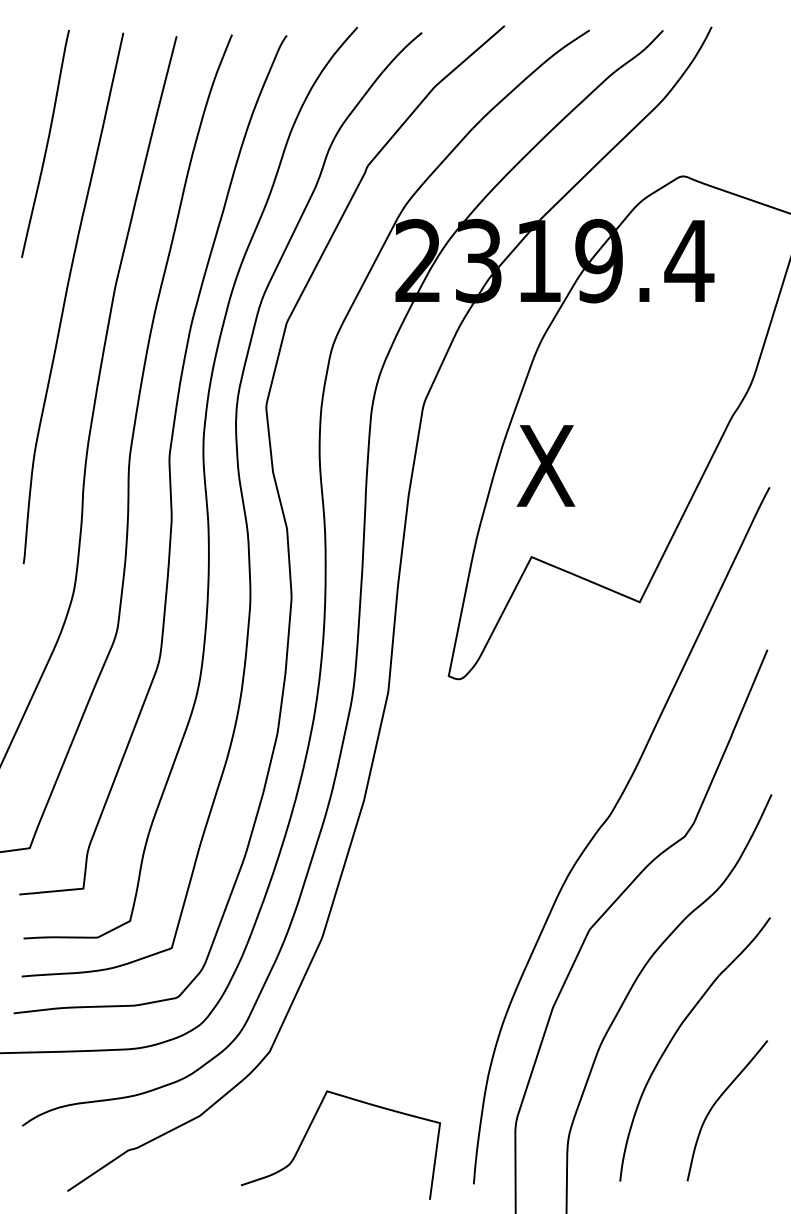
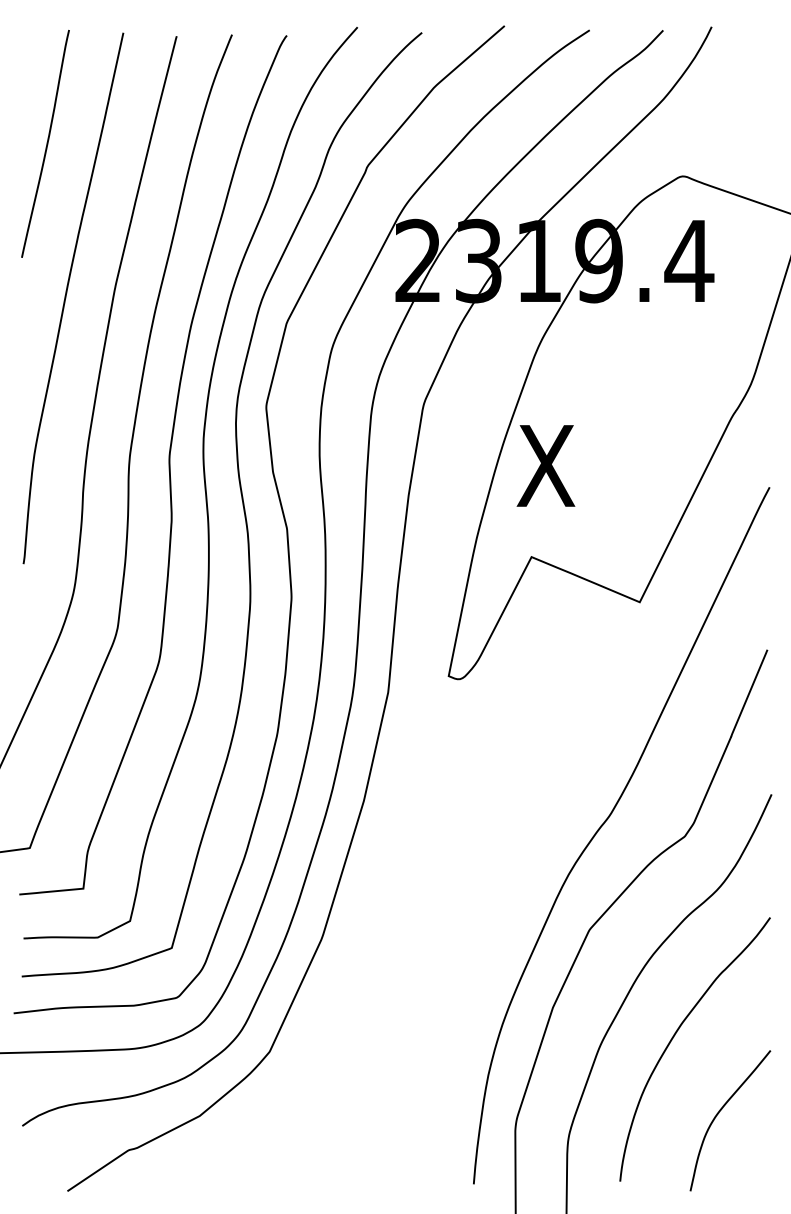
curve at (716, 1103) position: (716, 1103) -> (719, 1113)
curve at (309, 1129): present -> none
